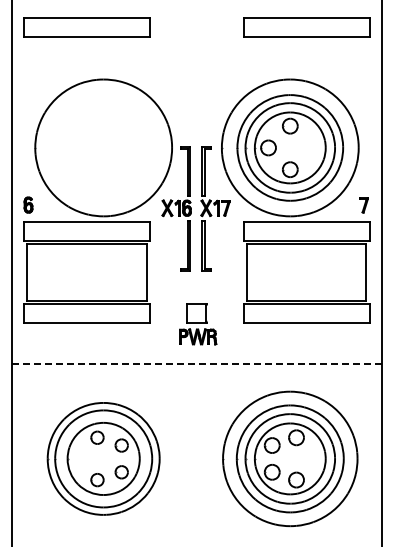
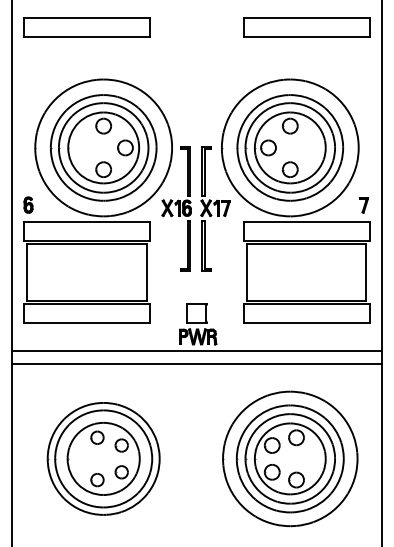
part at (103, 147): none -> present
line at (196, 350): none -> present
line at (197, 364): dashed -> solid
